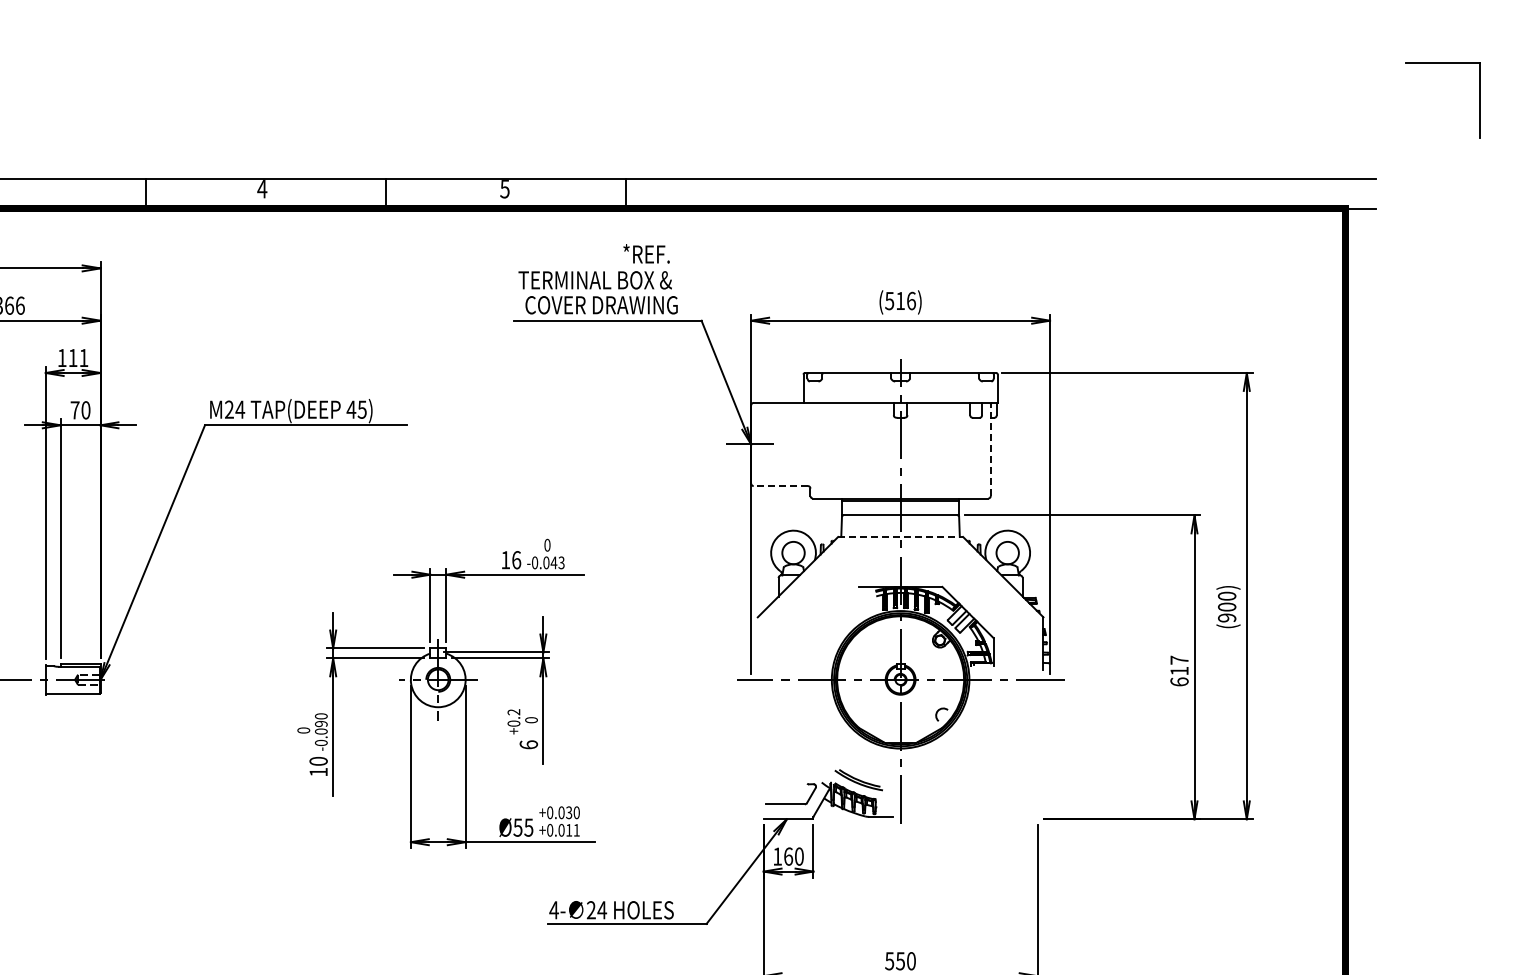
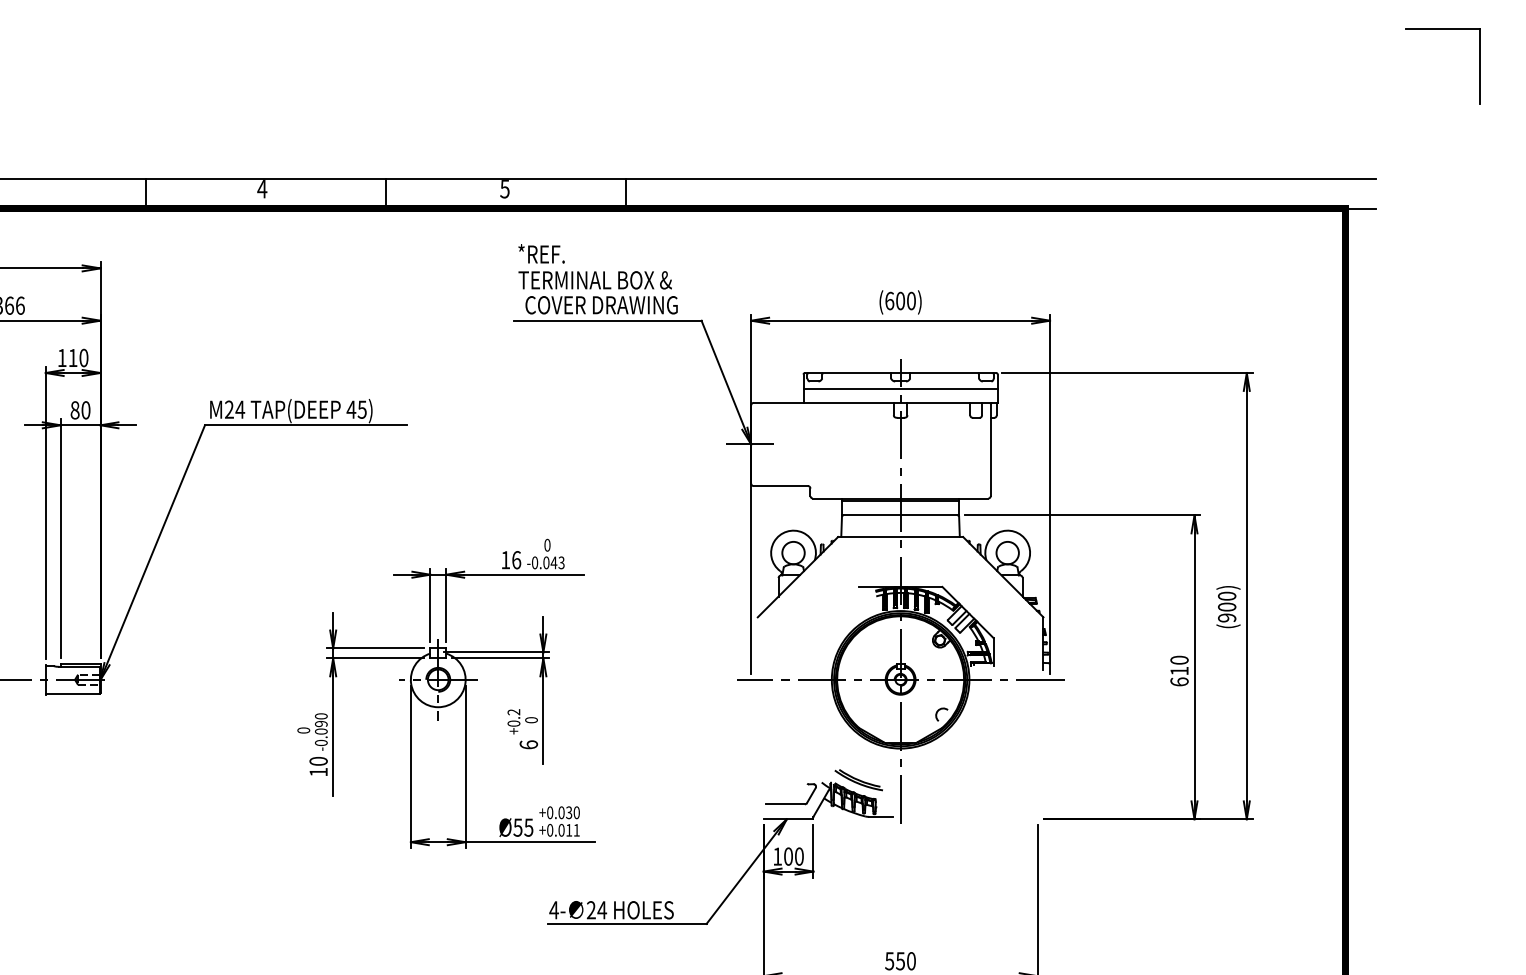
part at (1442, 63) position: (1442, 63) -> (1442, 29)
text at (646, 253) position: (646, 253) -> (541, 253)
text at (900, 300): (516) -> (600)
text at (83, 357): 111 -> 110
line at (900, 389): none -> present
text at (74, 410): 70 -> 80
line at (990, 450): dashed -> solid
line at (780, 486): dashed -> solid
line at (901, 536): dashed -> solid
text at (1179, 659): 617 -> 610
text at (788, 856): 160 -> 100
